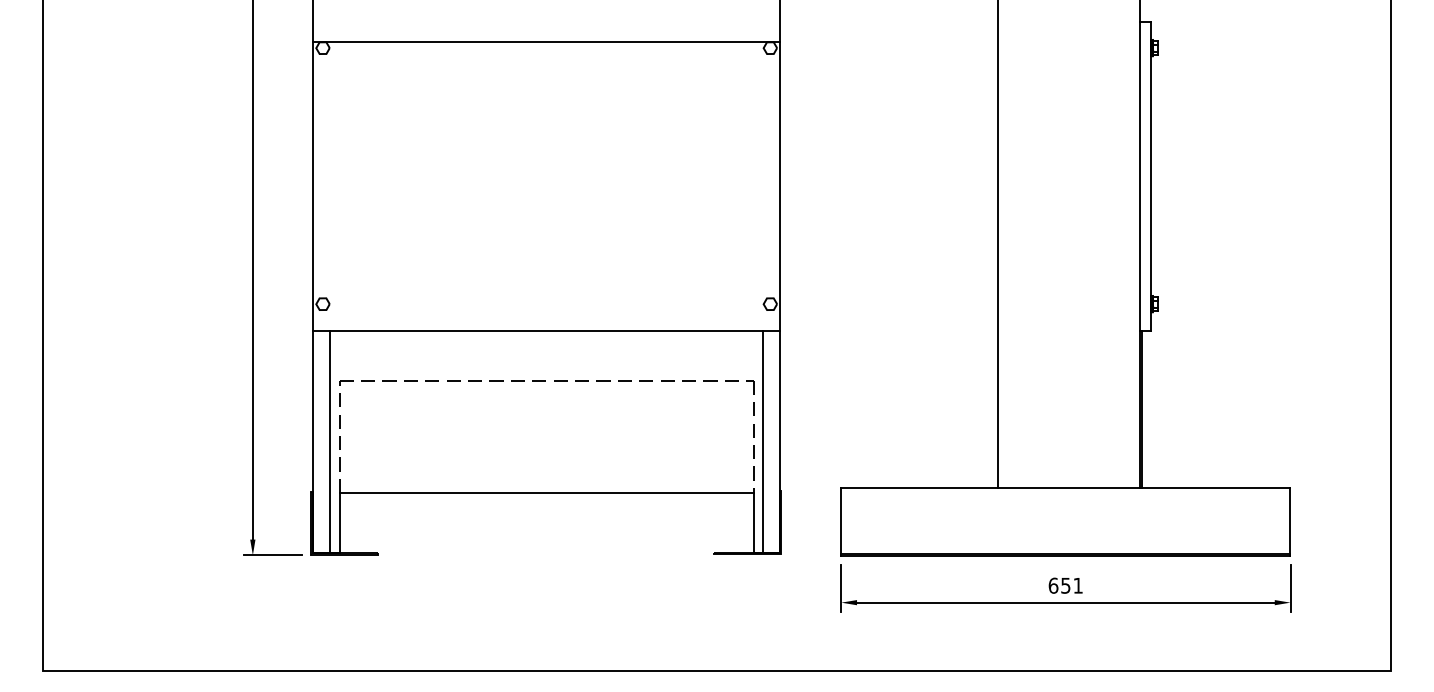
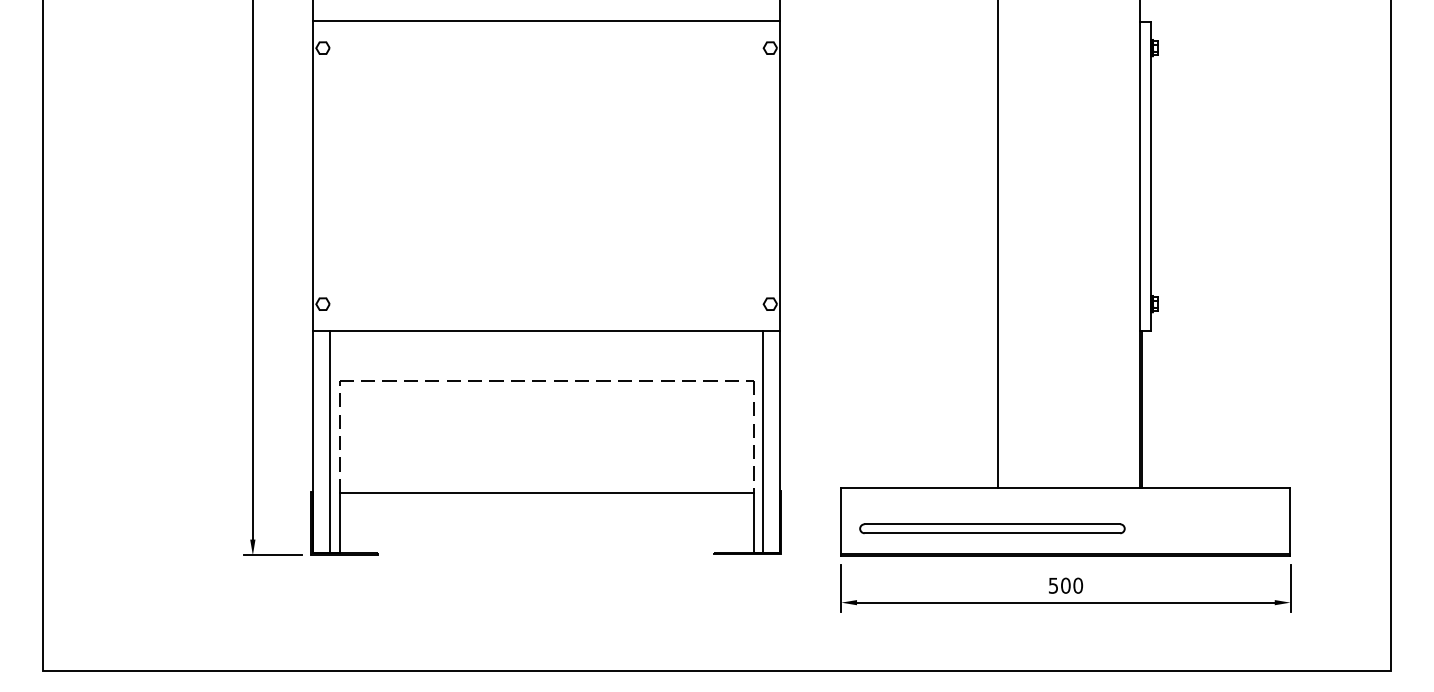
line at (546, 42) position: (546, 42) -> (546, 21)
part at (992, 528): none -> present
text at (1065, 585): 651 -> 500
